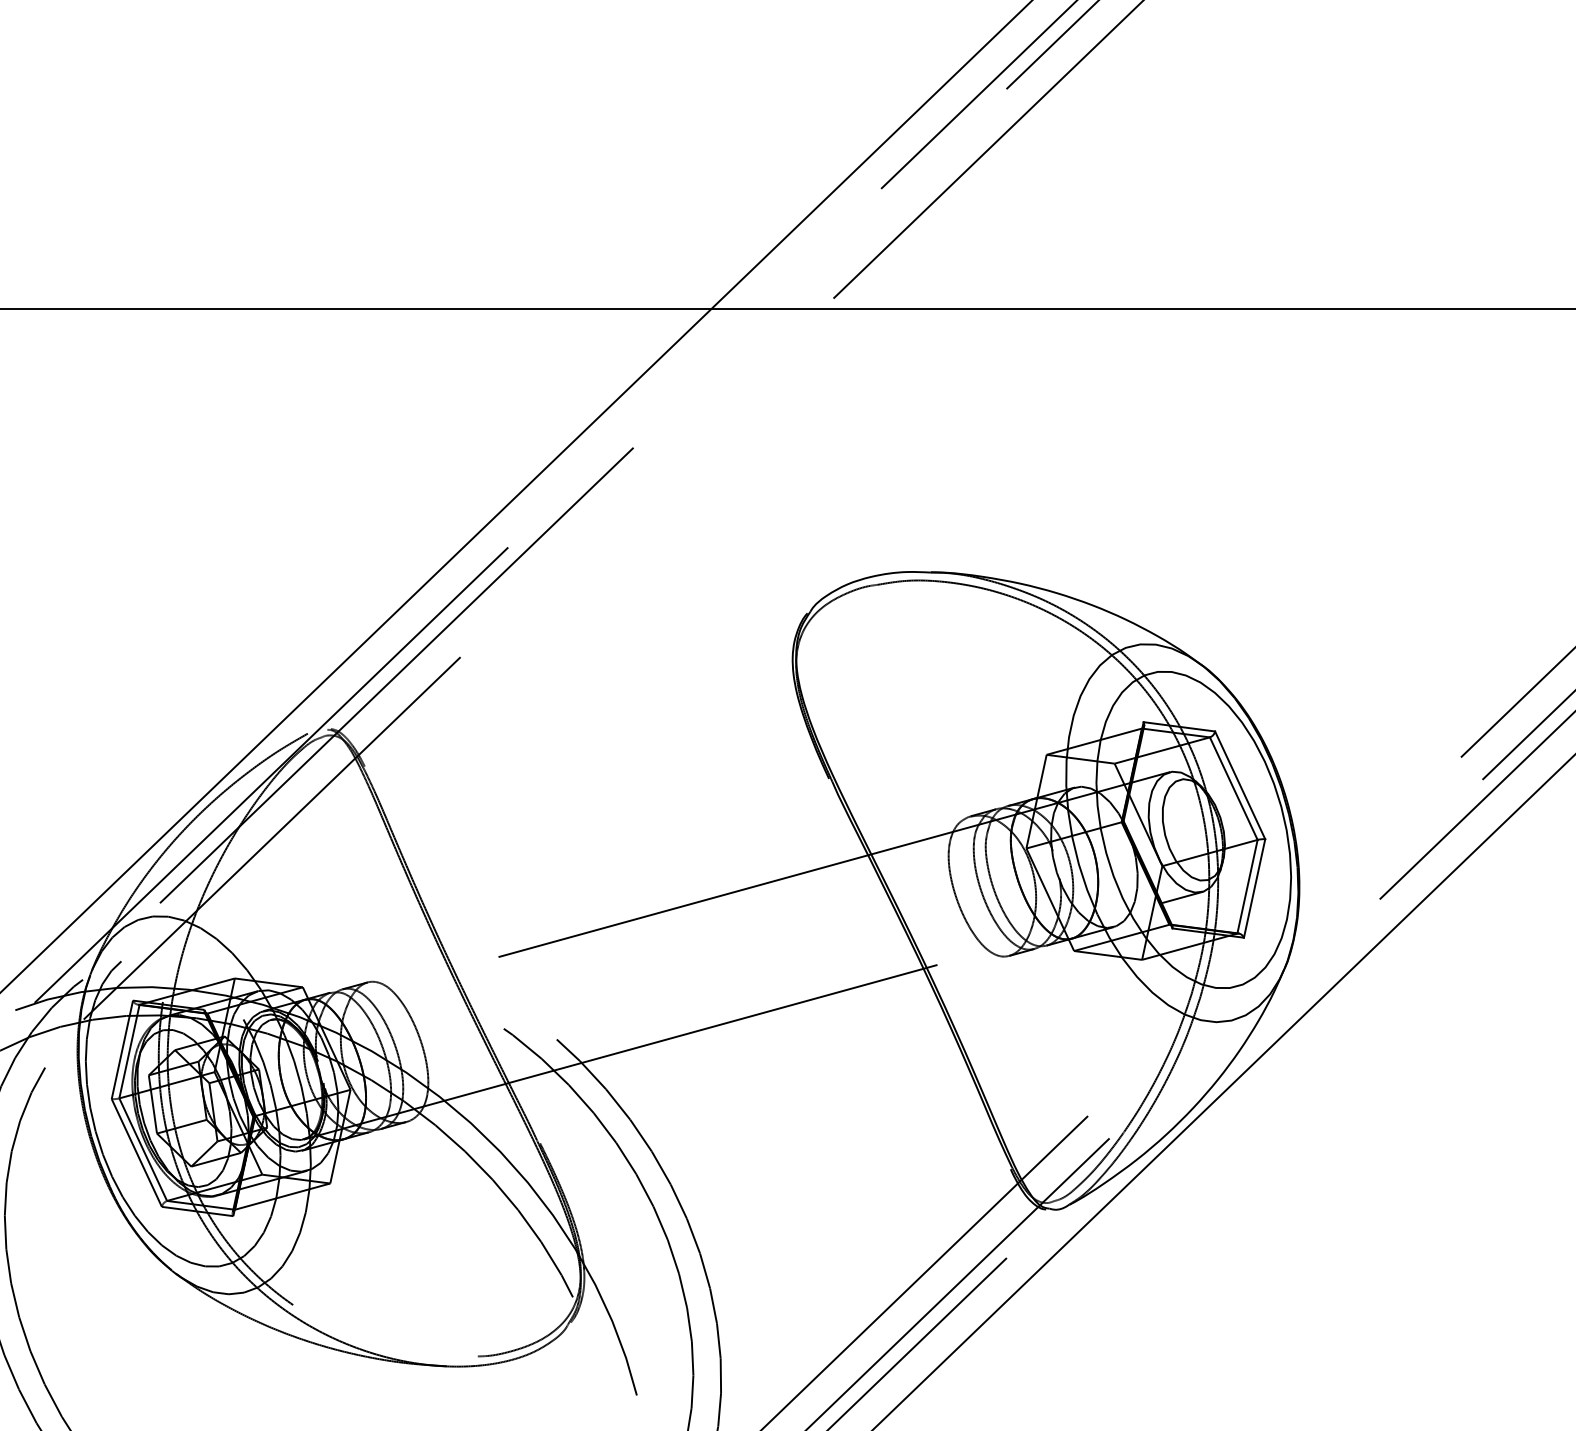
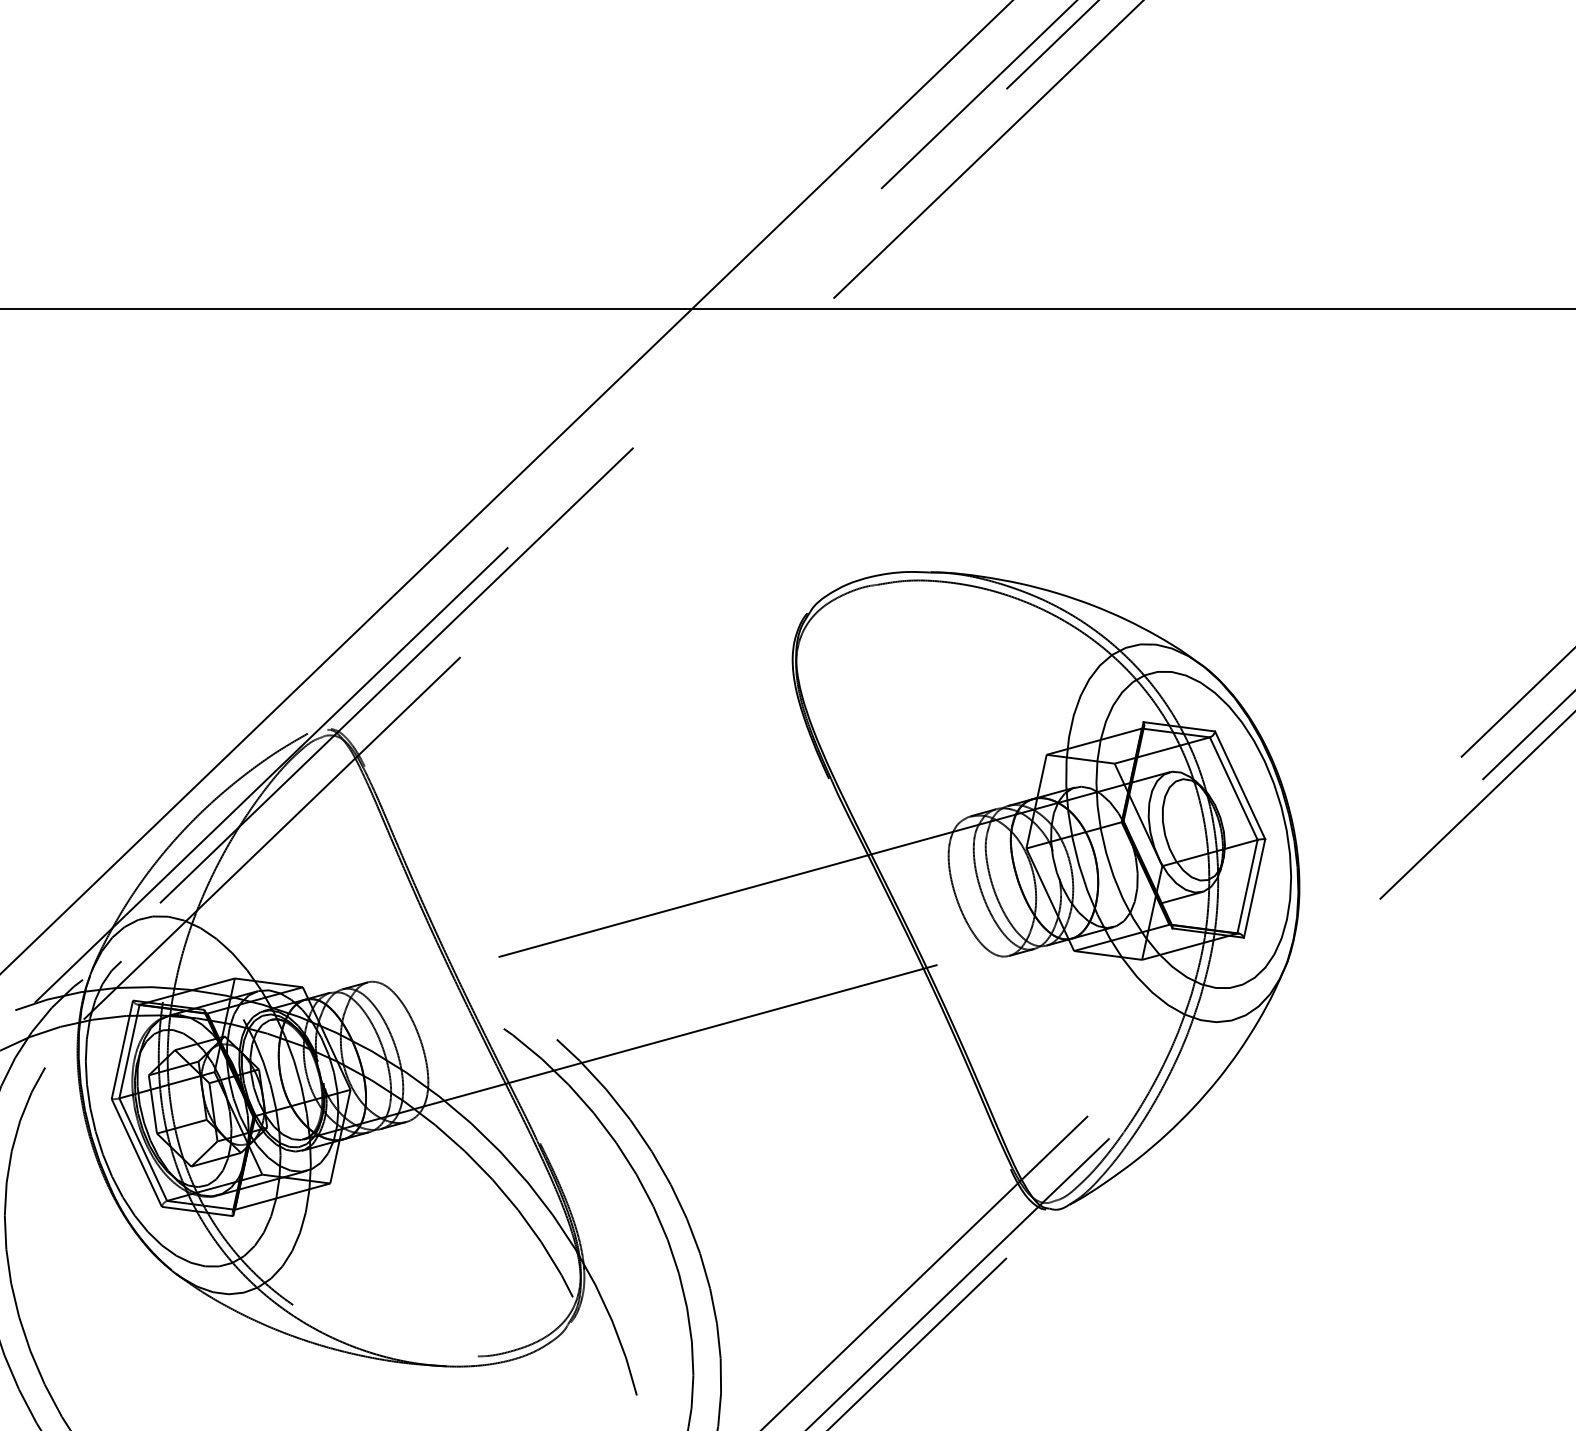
line at (516, 496) position: (516, 496) -> (506, 487)
line at (1223, 1091): present -> none
